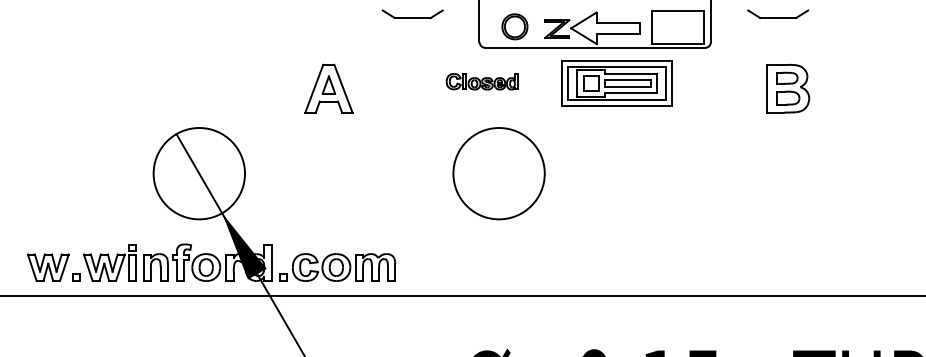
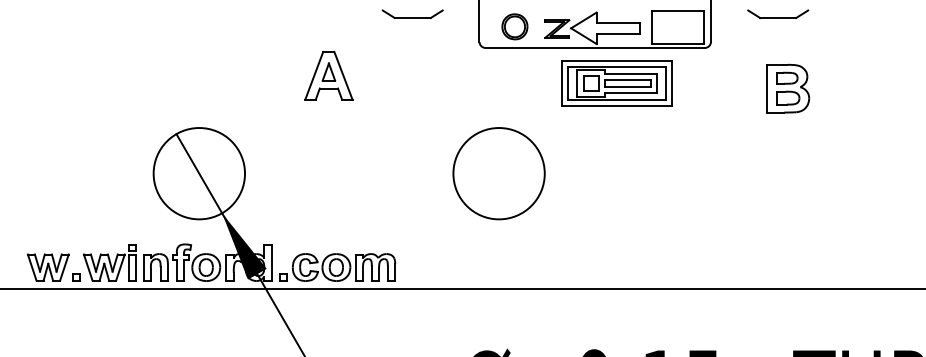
part at (481, 81): present -> none
part at (328, 88) position: (328, 88) -> (328, 75)
line at (462, 295) position: (462, 295) -> (462, 288)
